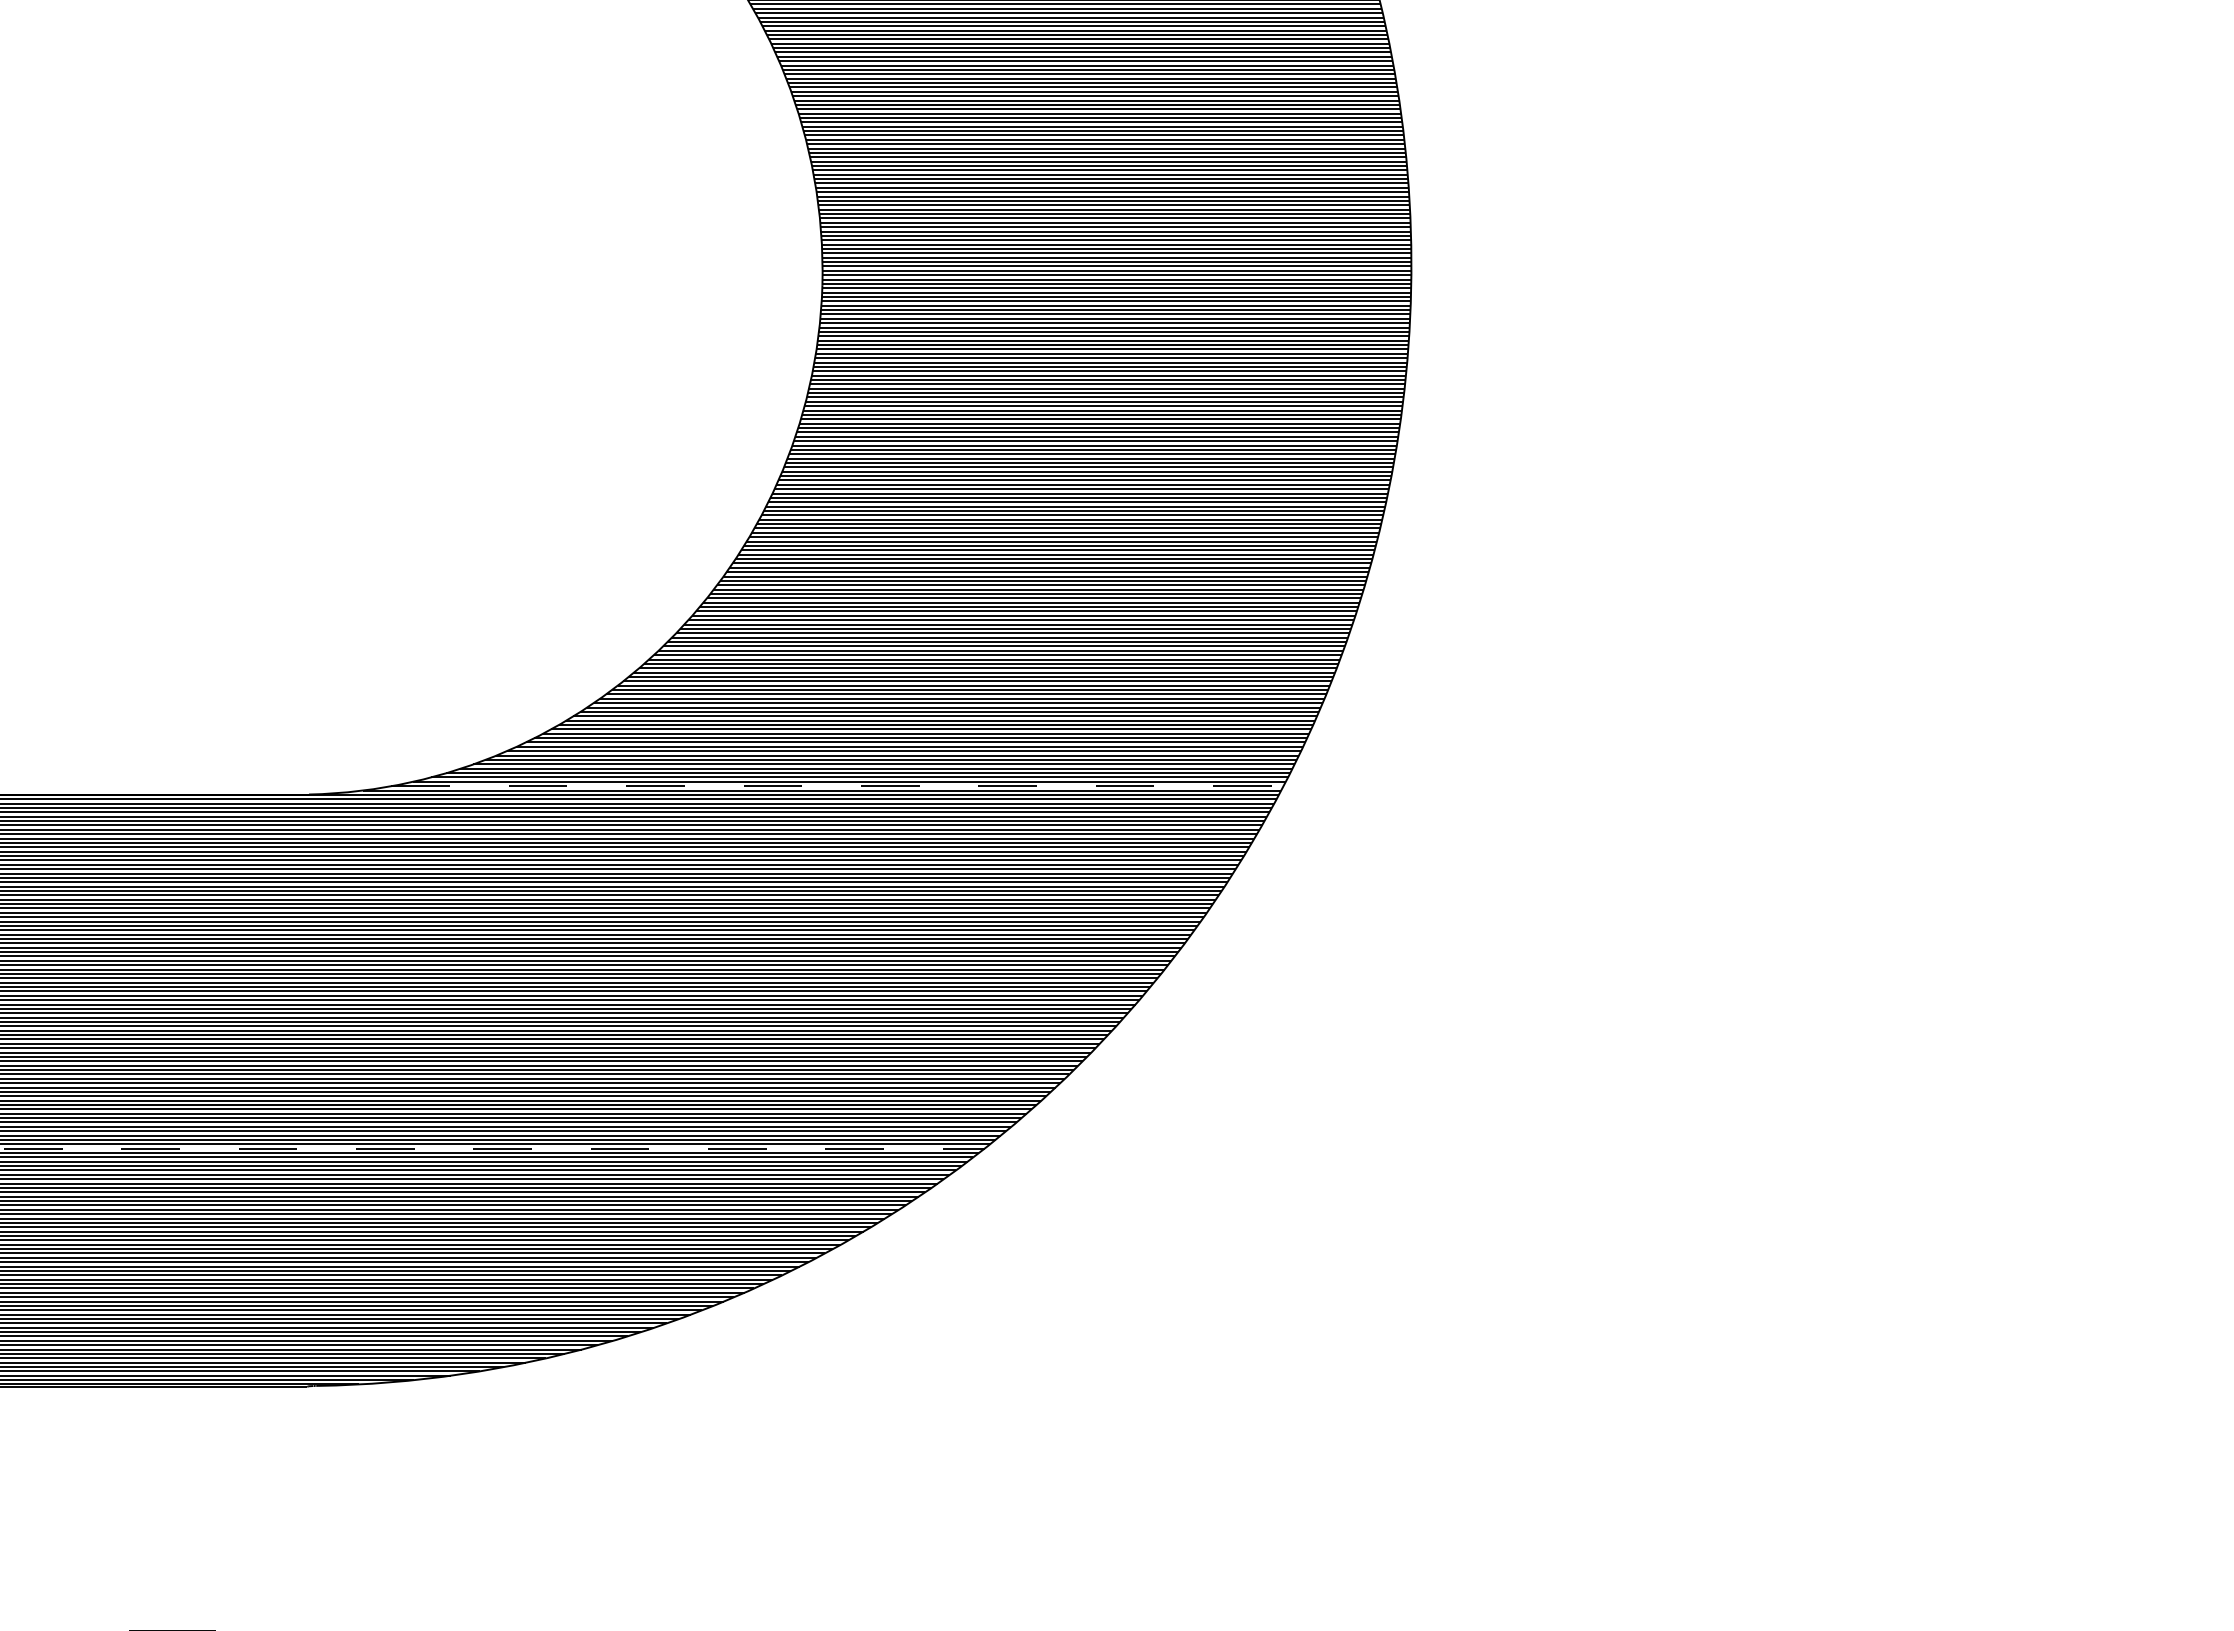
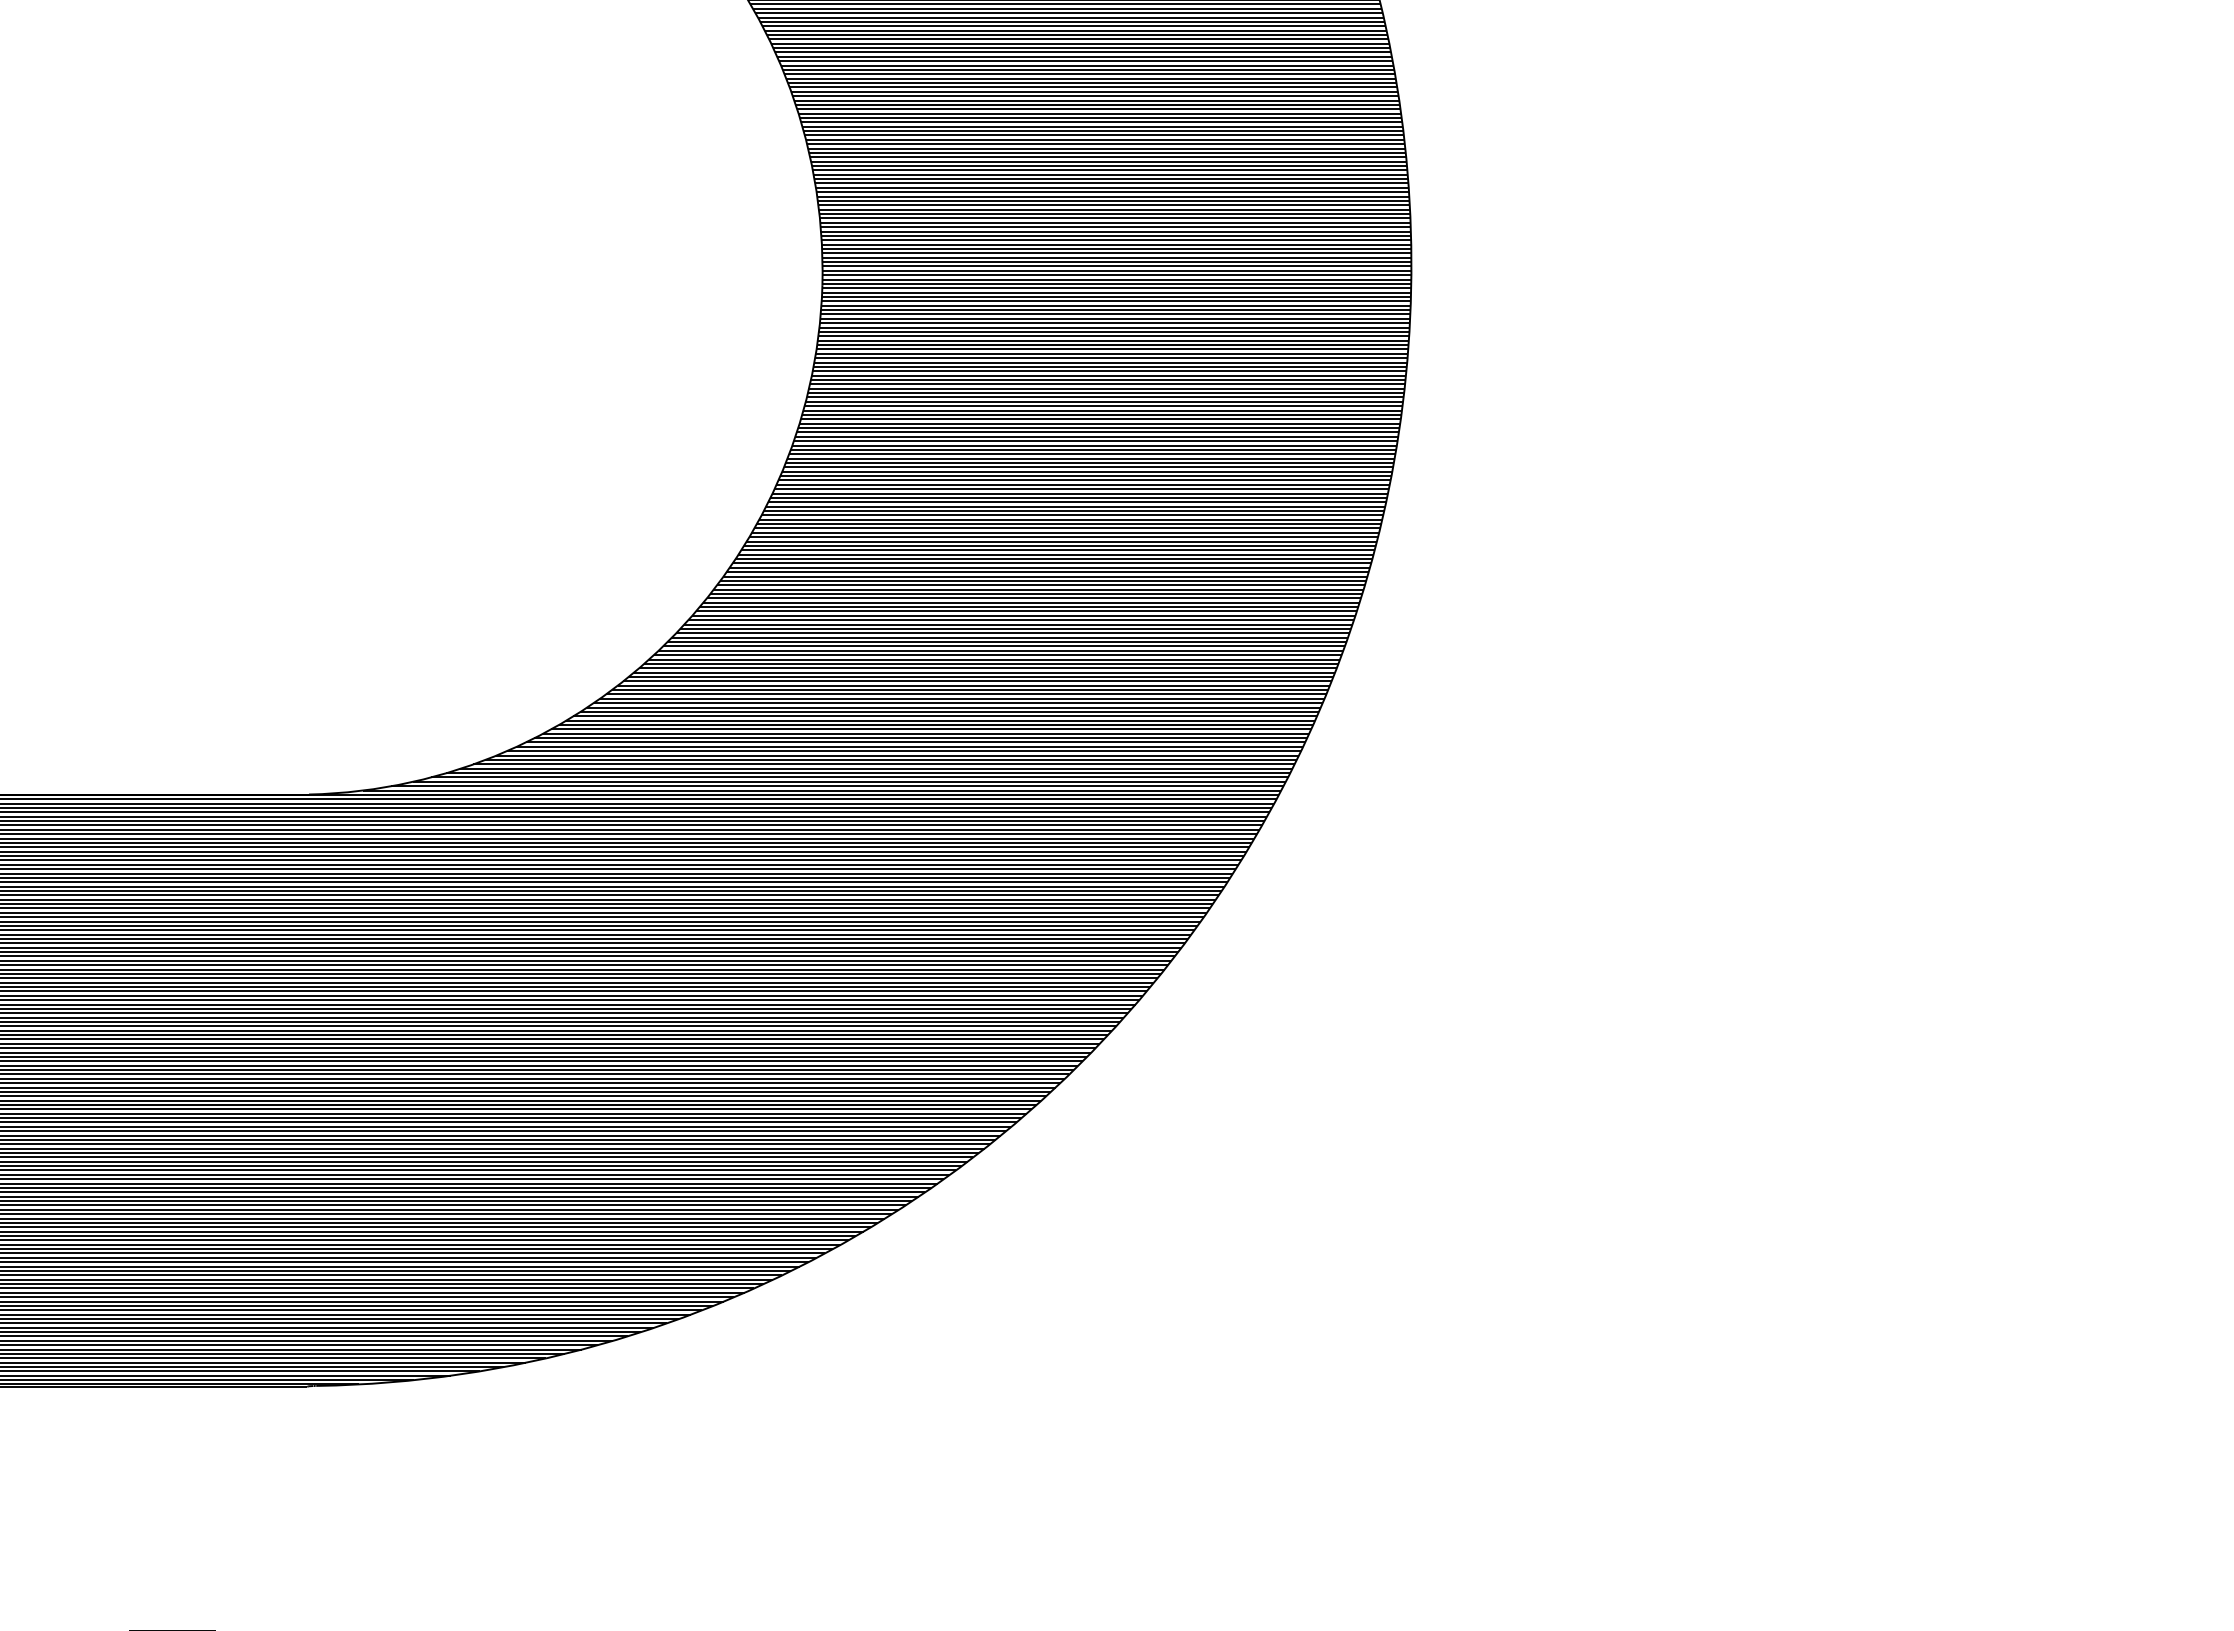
line at (837, 786): dashed -> solid
line at (492, 1148): dashed -> solid
